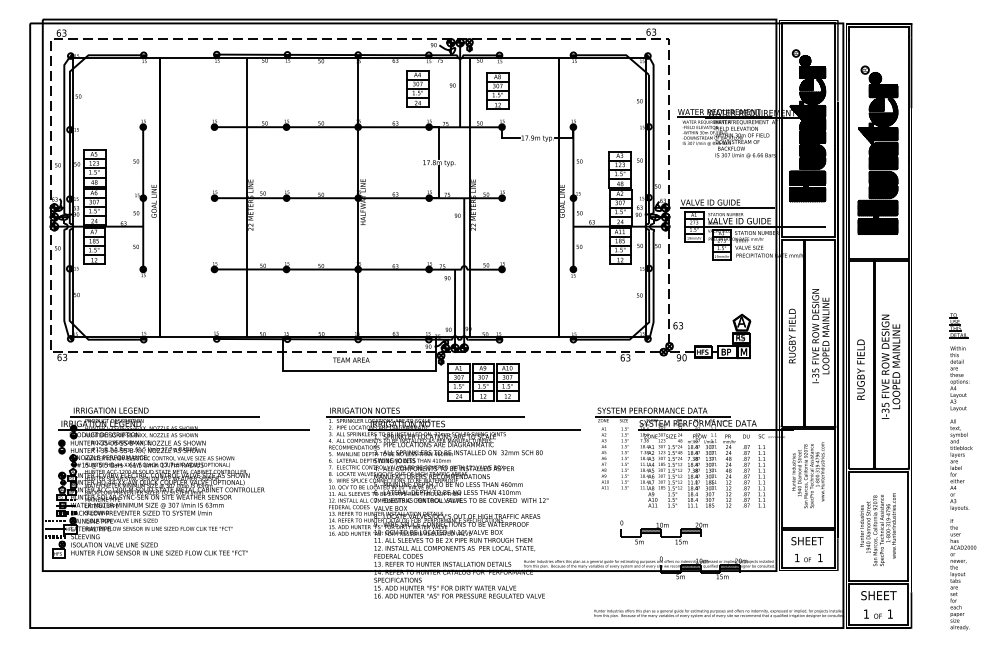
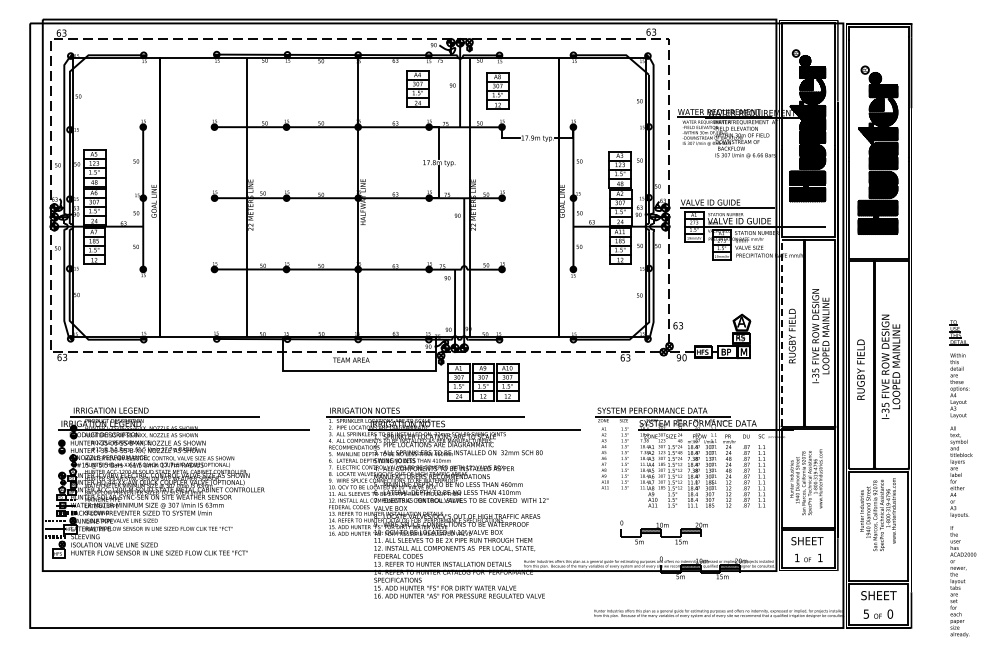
line at (781, 332): solid -> dashed
part at (962, 471) position: (962, 471) -> (962, 478)
text at (808, 475) position: (808, 475) -> (806, 482)
text at (877, 529) position: (877, 529) -> (877, 514)
text at (865, 613): 1 -> 5
text at (890, 613): 1 -> 0
